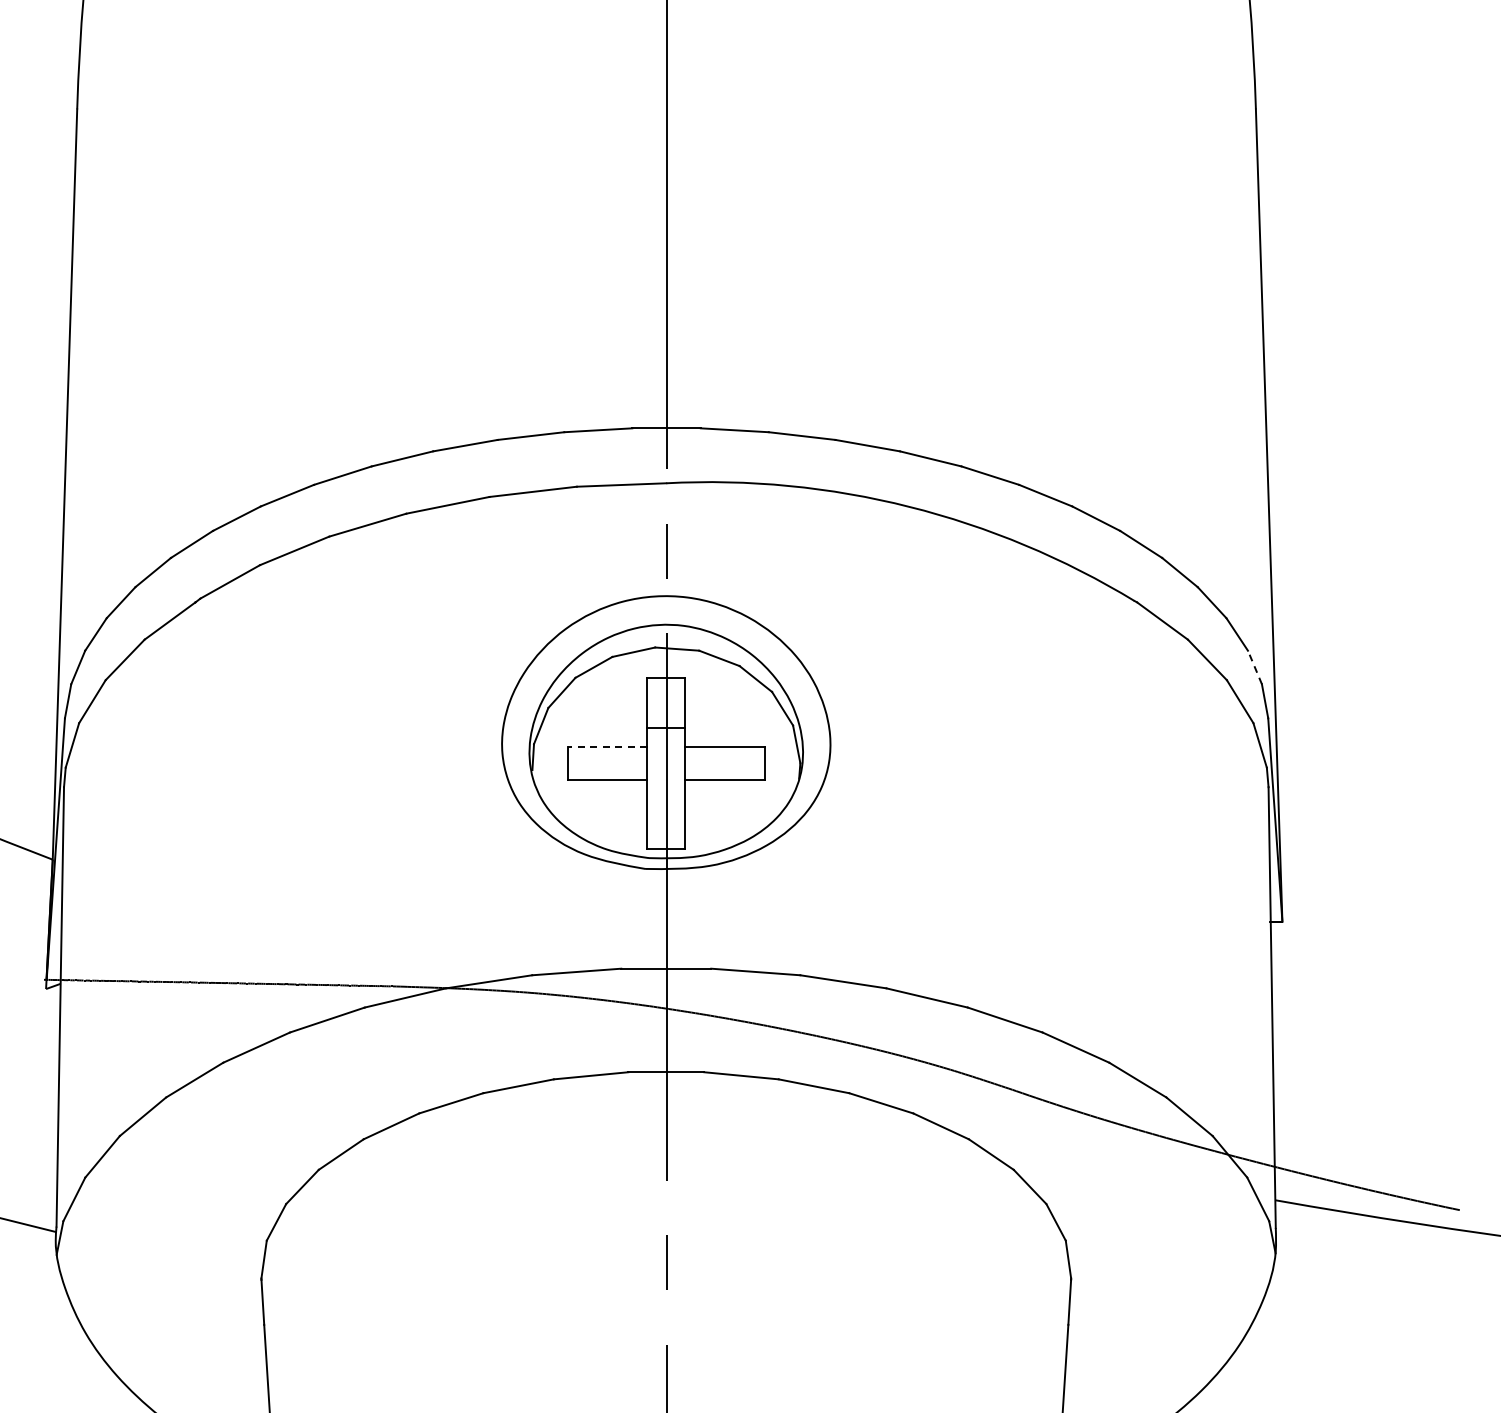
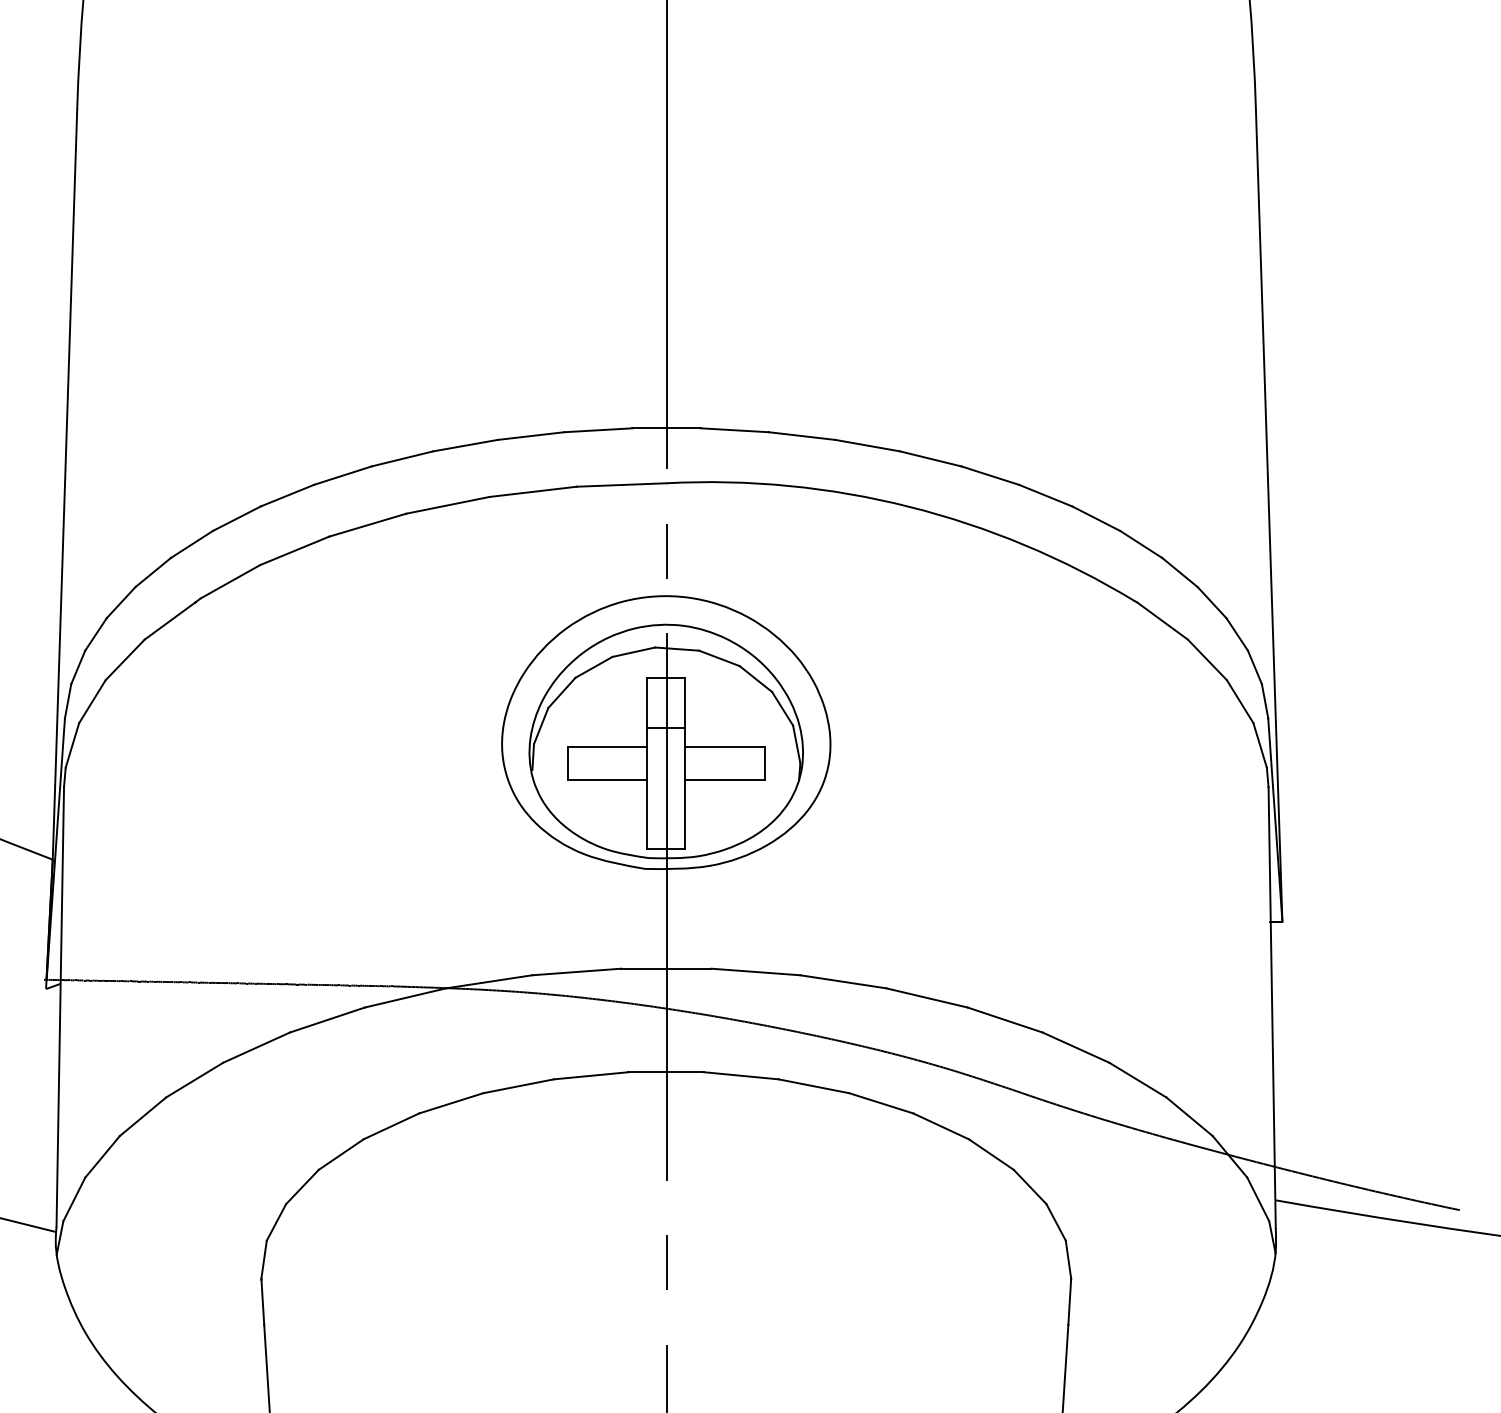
line at (1254, 667): dashed -> solid
line at (607, 746): dashed -> solid
